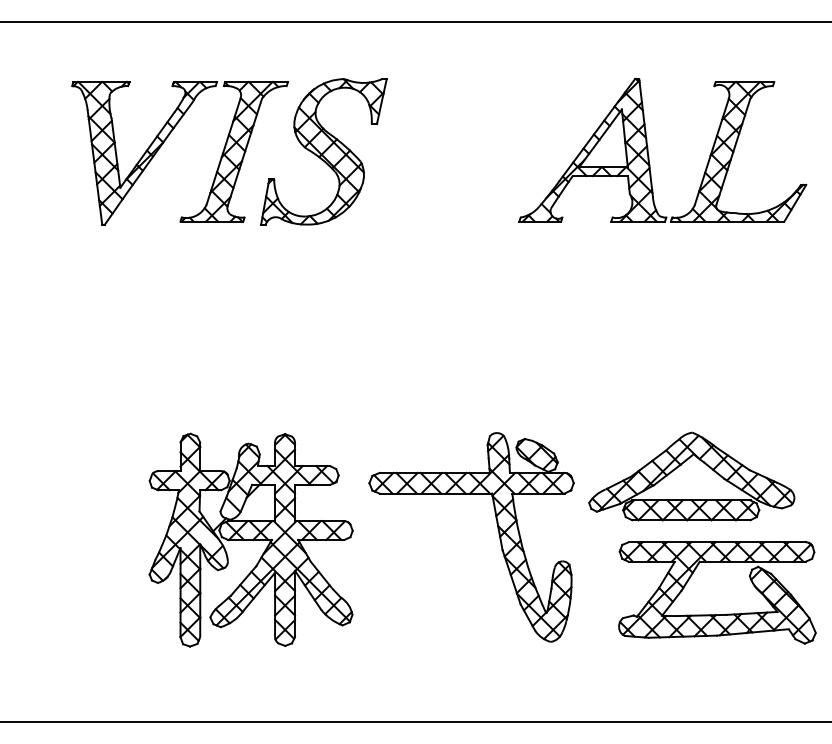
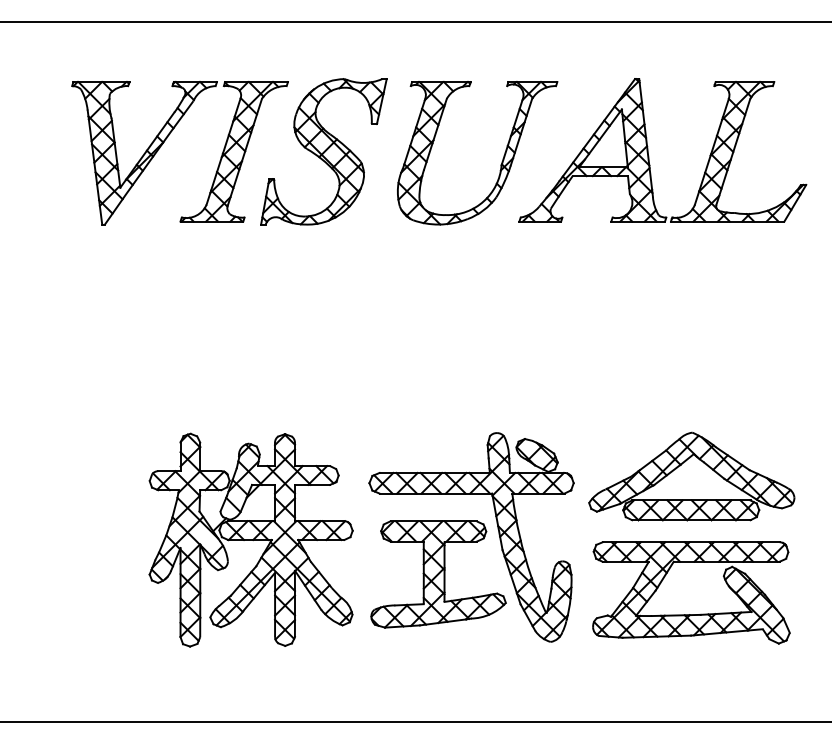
part at (501, 161): none -> present
part at (438, 574): none -> present
part at (717, 614) position: (717, 614) -> (691, 614)
